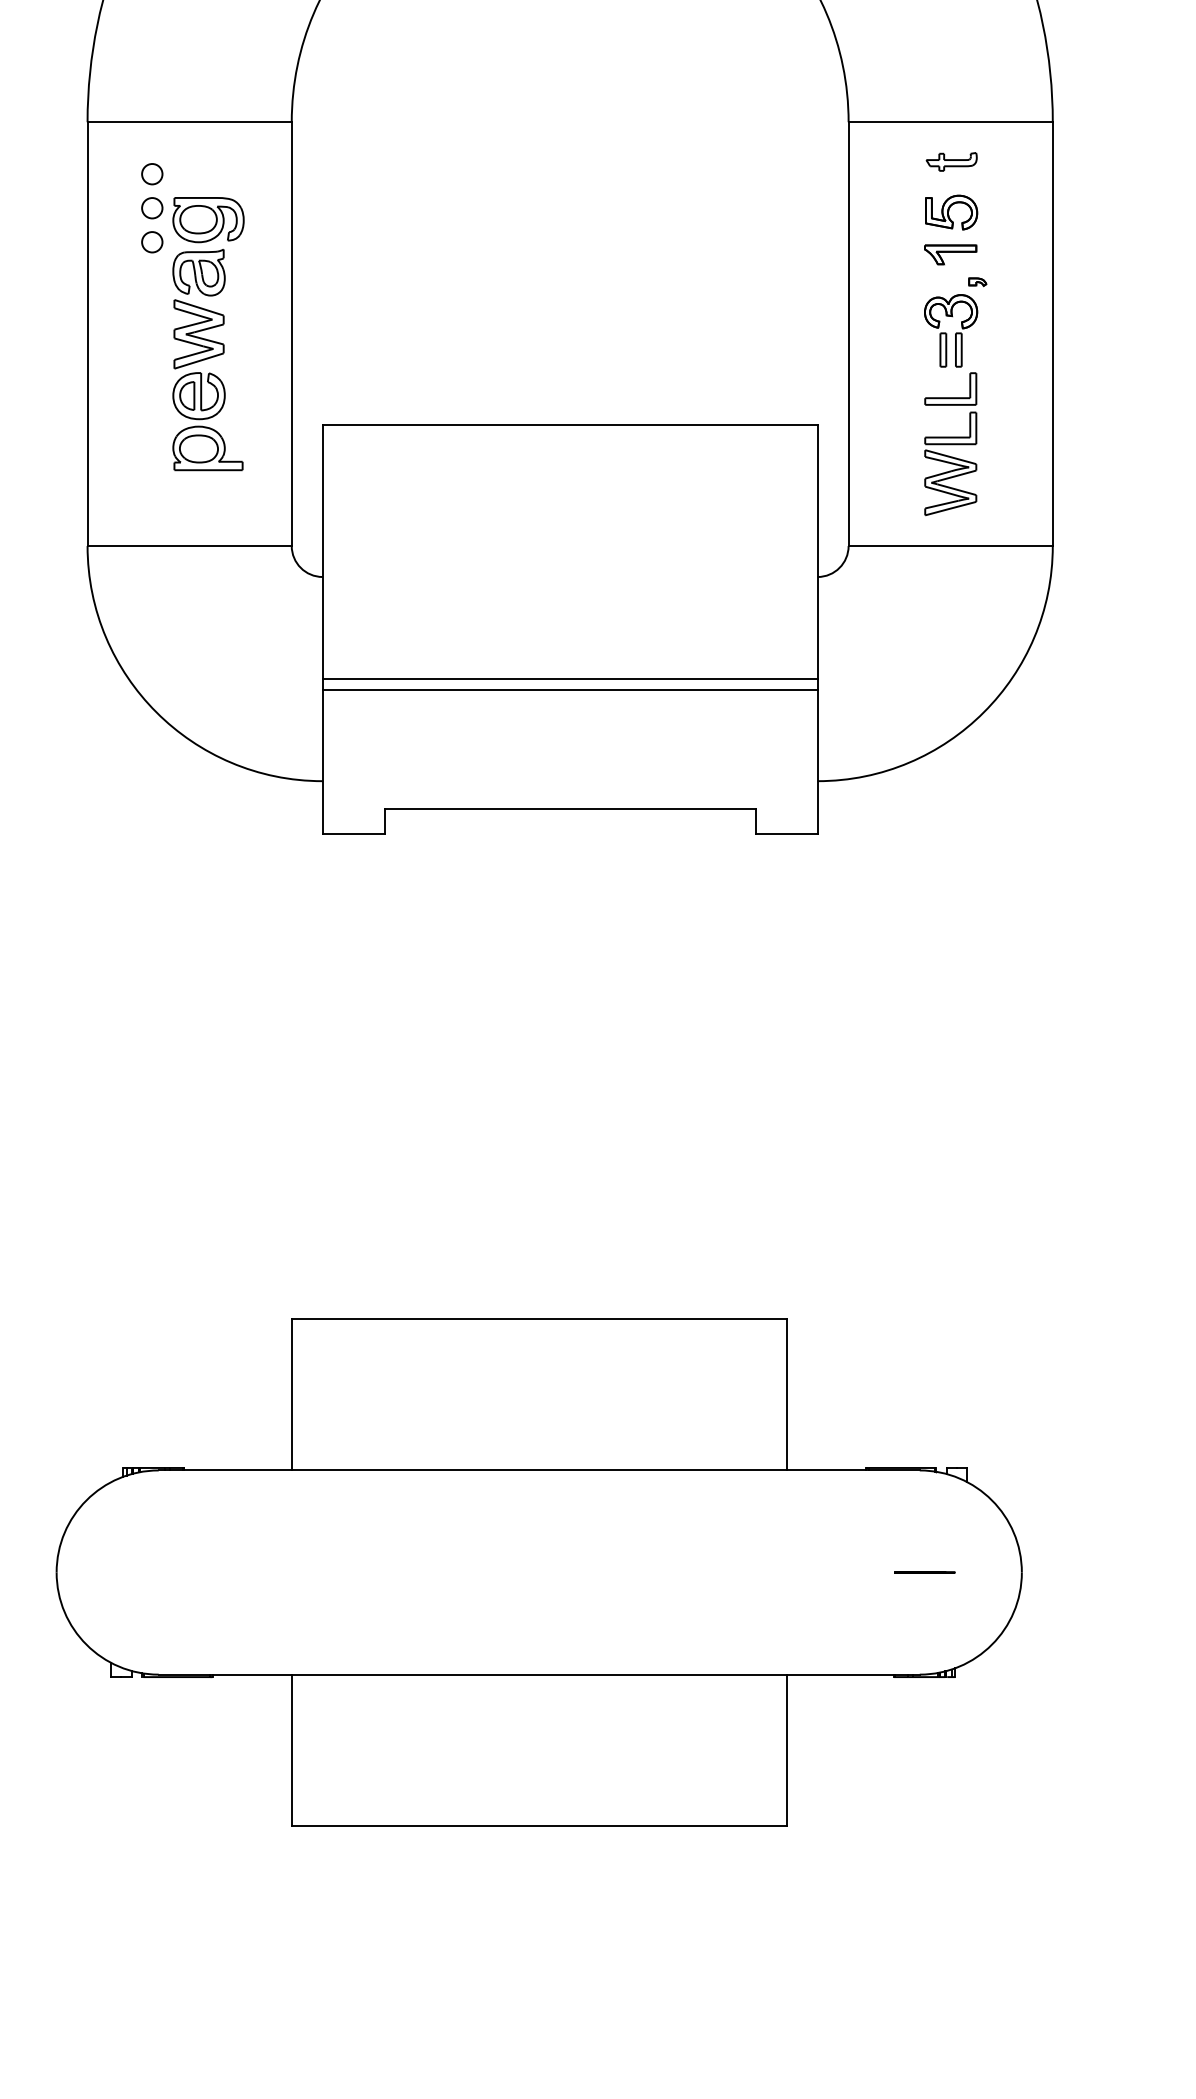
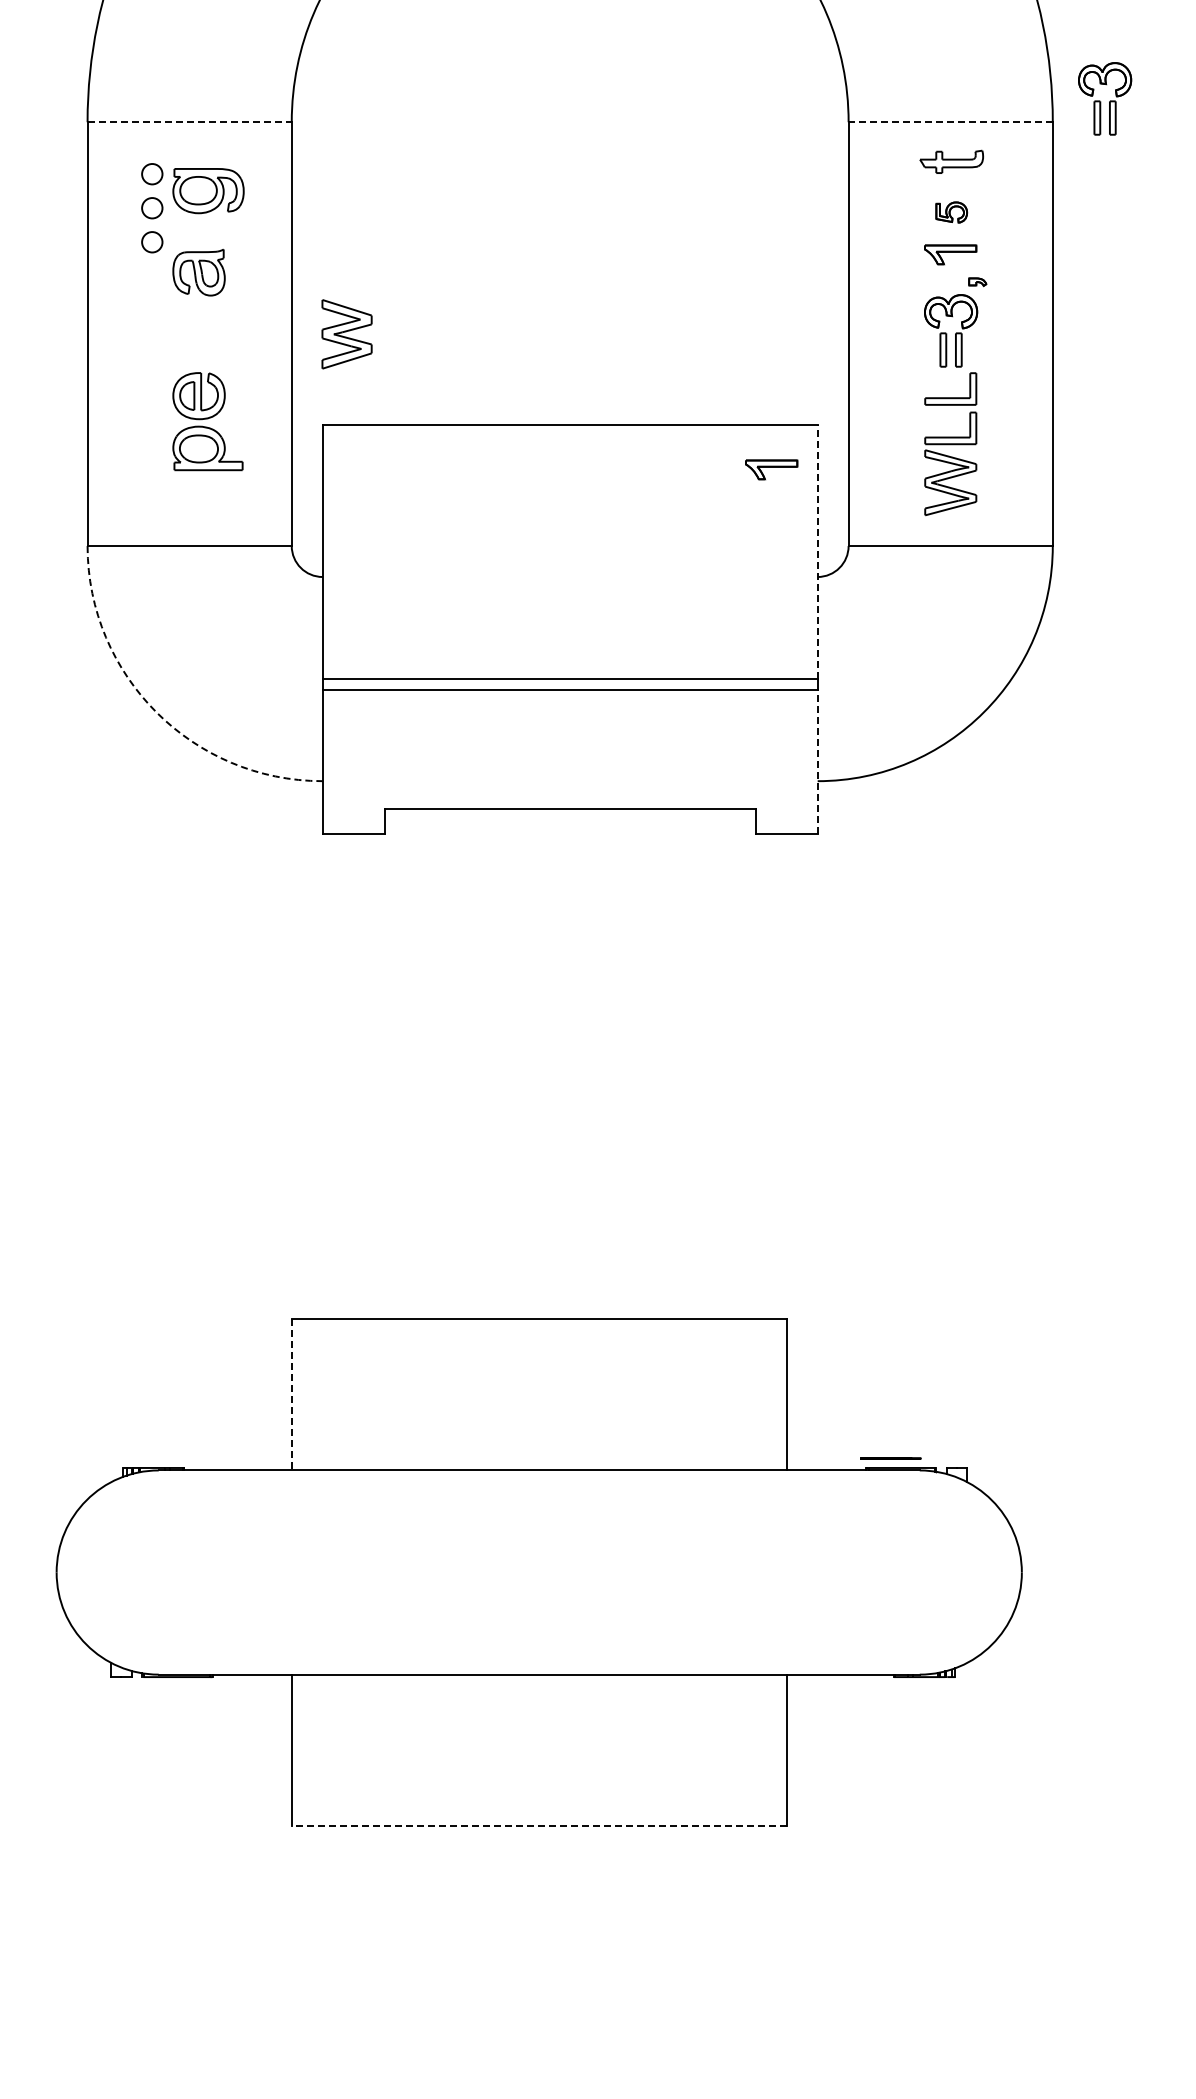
part at (1105, 98): none -> present
line at (190, 122): solid -> dashed
line at (950, 122): solid -> dashed
part at (951, 161) size: 53x20 px -> 65x25 px
part at (951, 212) size: 54x37 px -> 34x23 px
part at (208, 220) position: (208, 220) -> (208, 191)
part at (198, 334) position: (198, 334) -> (346, 334)
part at (771, 469): none -> present
line at (817, 552): solid -> dashed
arc at (156, 712): solid -> dashed
line at (817, 761): solid -> dashed
line at (291, 1394): solid -> dashed
line at (924, 1572) position: (924, 1572) -> (890, 1458)
line at (538, 1826): solid -> dashed
